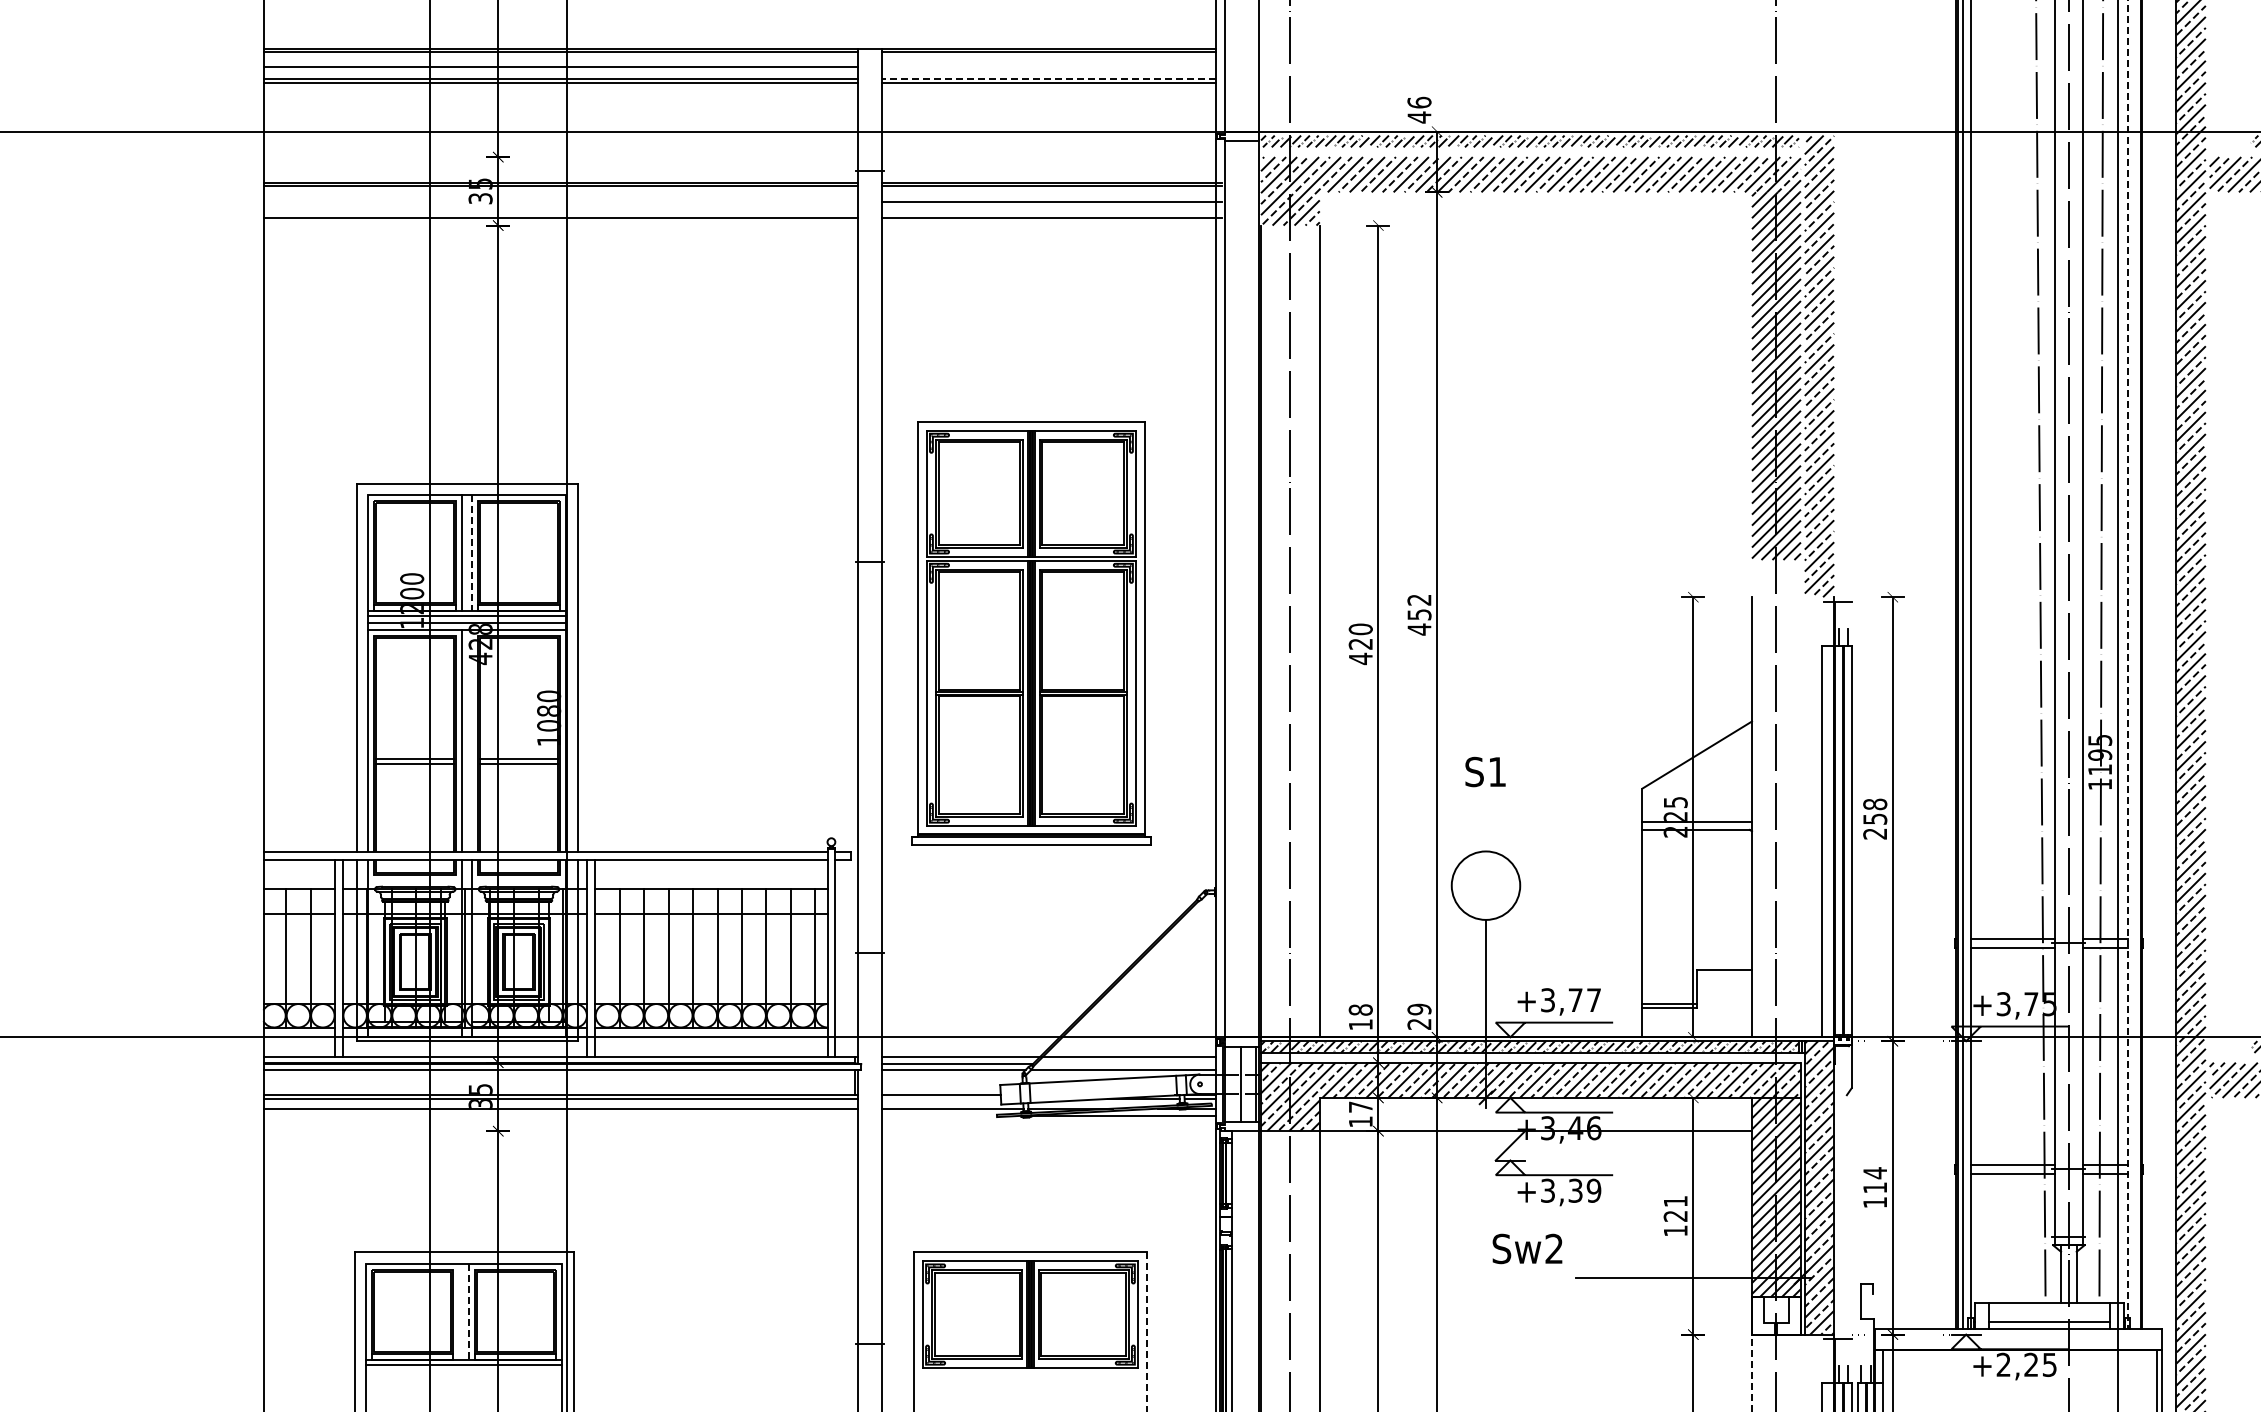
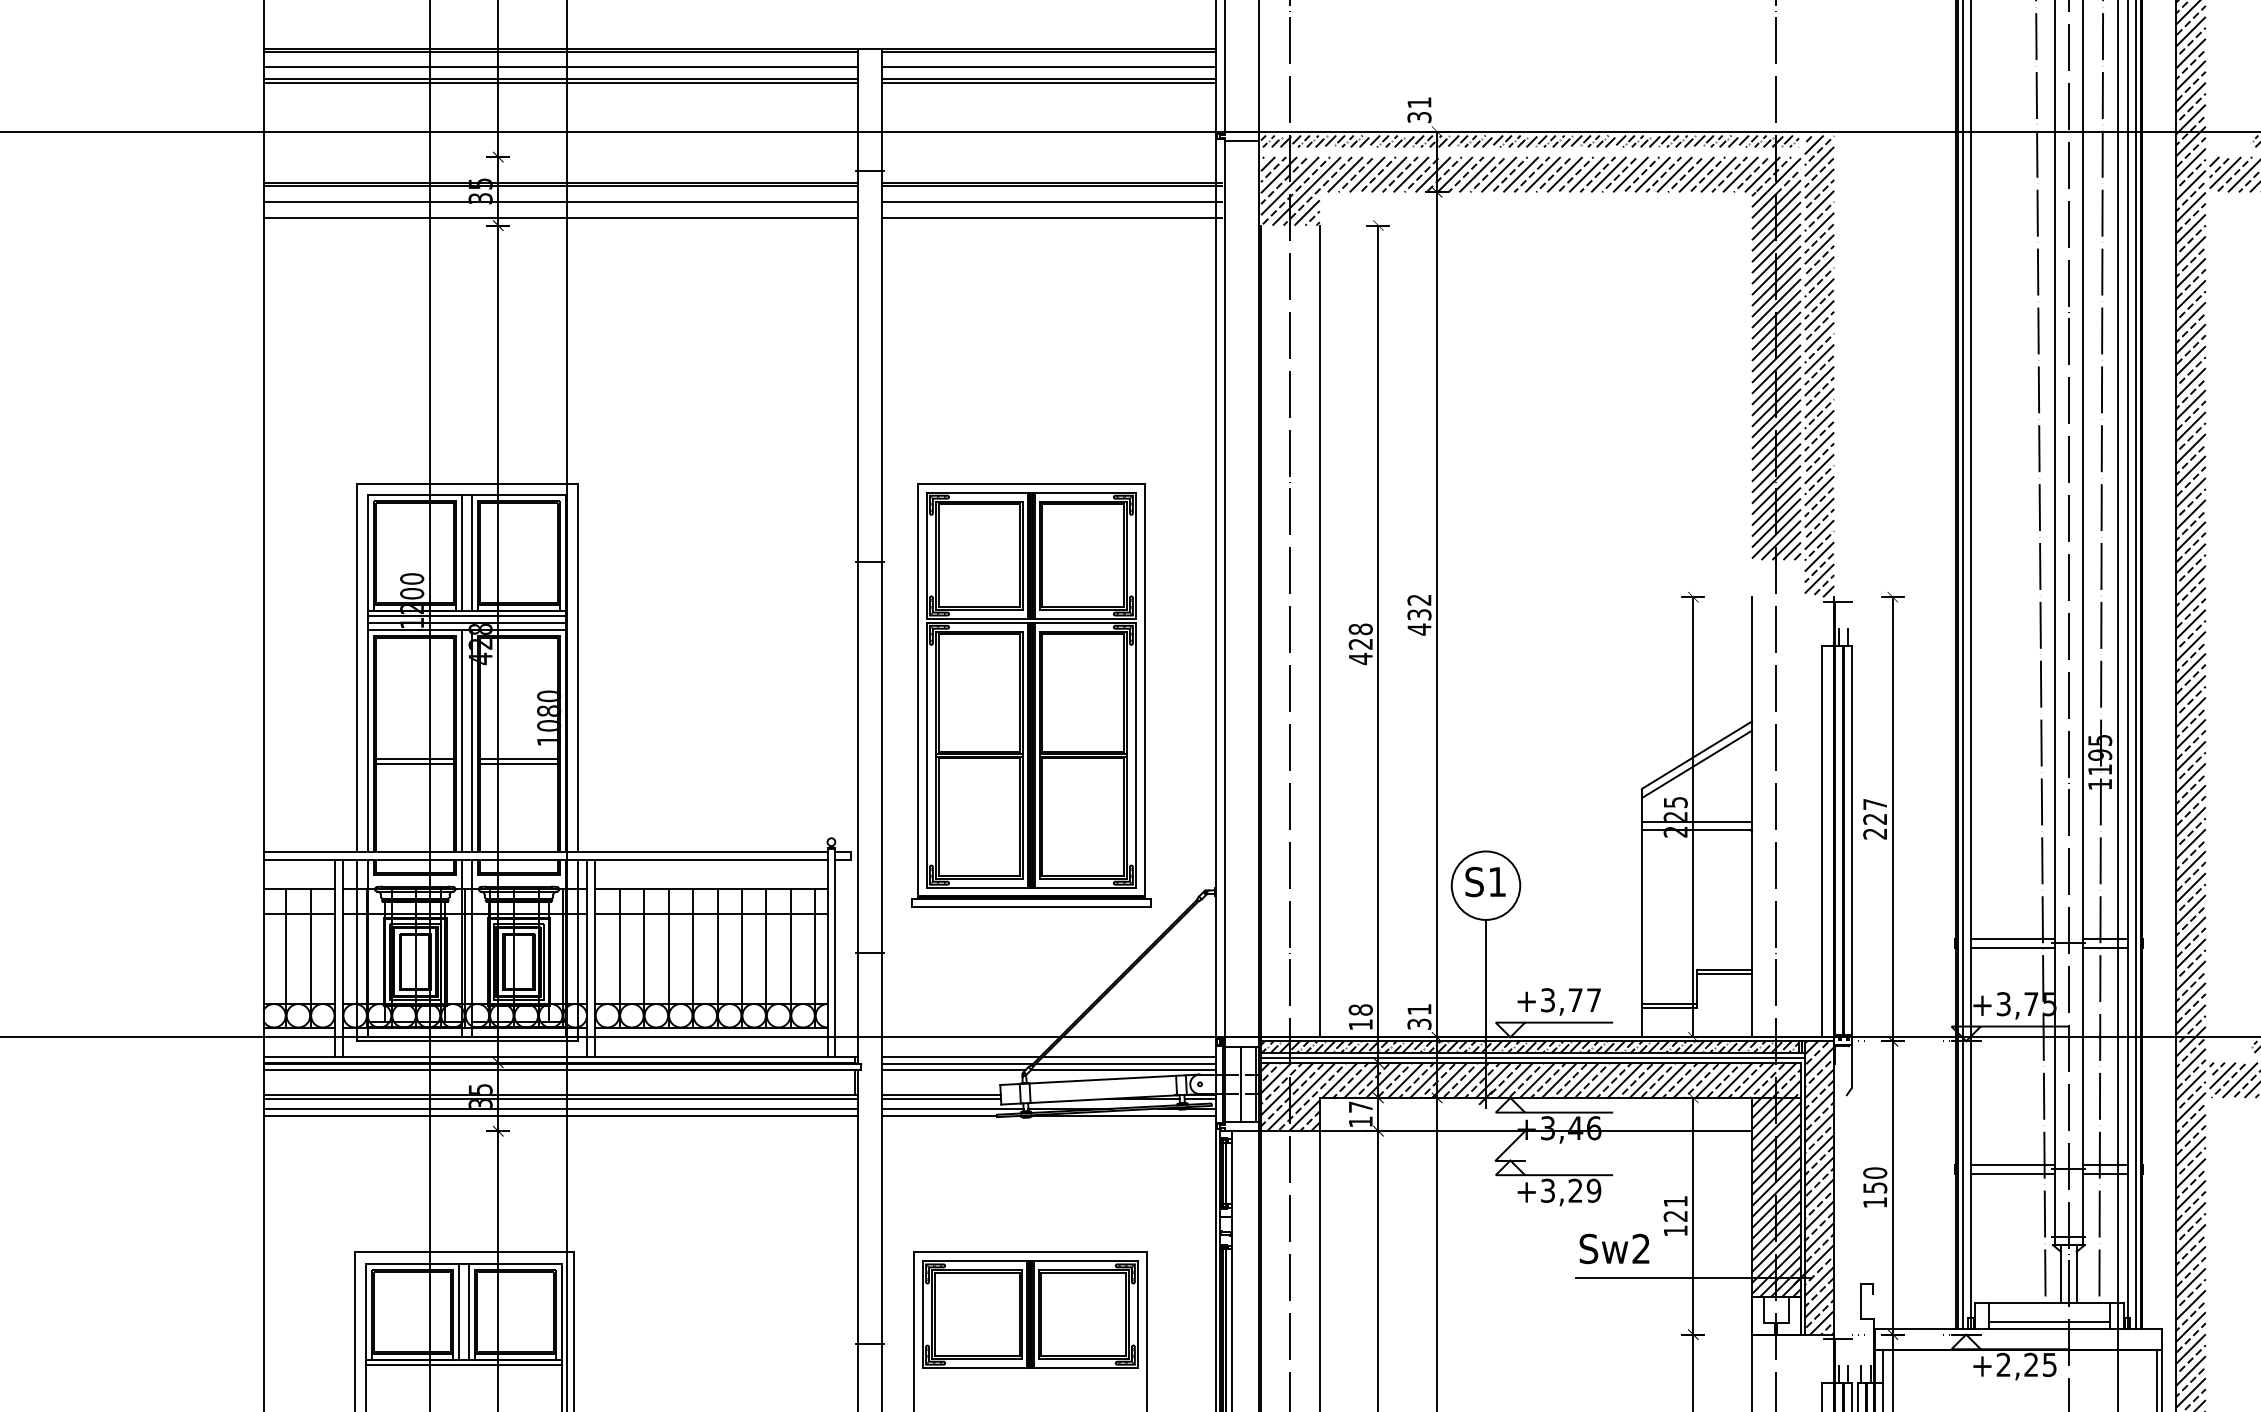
line at (1048, 67): none -> present
line at (1048, 78): dashed -> solid
text at (1419, 109): 46 -> 31
line at (560, 202): none -> present
line at (472, 553): dashed -> solid
text at (1418, 614): 452 -> 432
text at (1360, 629): 420 -> 428
part at (1031, 633) position: (1031, 633) -> (1031, 695)
line at (2127, 665): dashed -> solid
line at (2135, 665): none -> present
line at (472, 740): none -> present
line at (1697, 763): none -> present
text at (1485, 771) position: (1485, 771) -> (1485, 881)
text at (1875, 811): 258 -> 227
line at (1724, 974): none -> present
text at (1419, 1016): 29 -> 31
line at (1532, 1057): none -> present
line at (1125, 1064): none -> present
line at (941, 1098): none -> present
line at (560, 1115): none -> present
line at (938, 1115): none -> present
text at (1875, 1180): 114 -> 150
text at (1575, 1190): +3,39 -> +3,29
text at (1527, 1248) position: (1527, 1248) -> (1614, 1248)
line at (459, 1311): none -> present
line at (469, 1311): dashed -> solid
line at (1146, 1332): dashed -> solid
line at (1752, 1372): dashed -> solid
